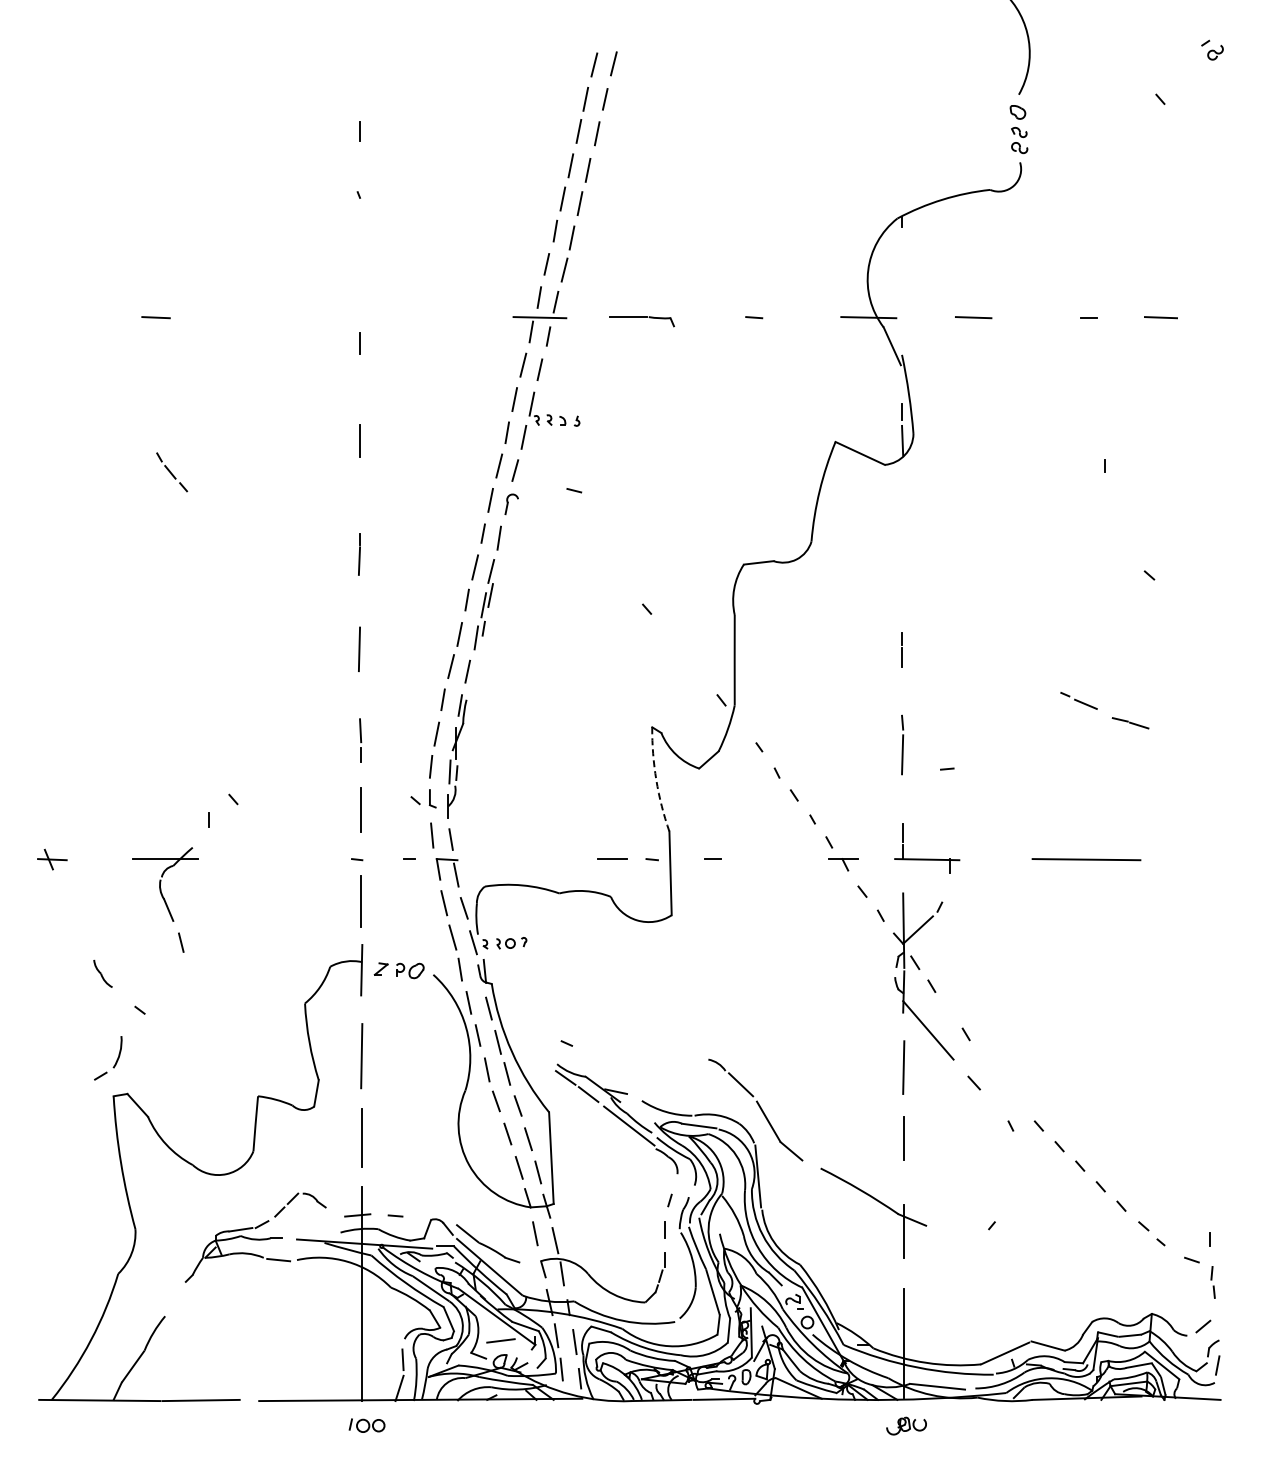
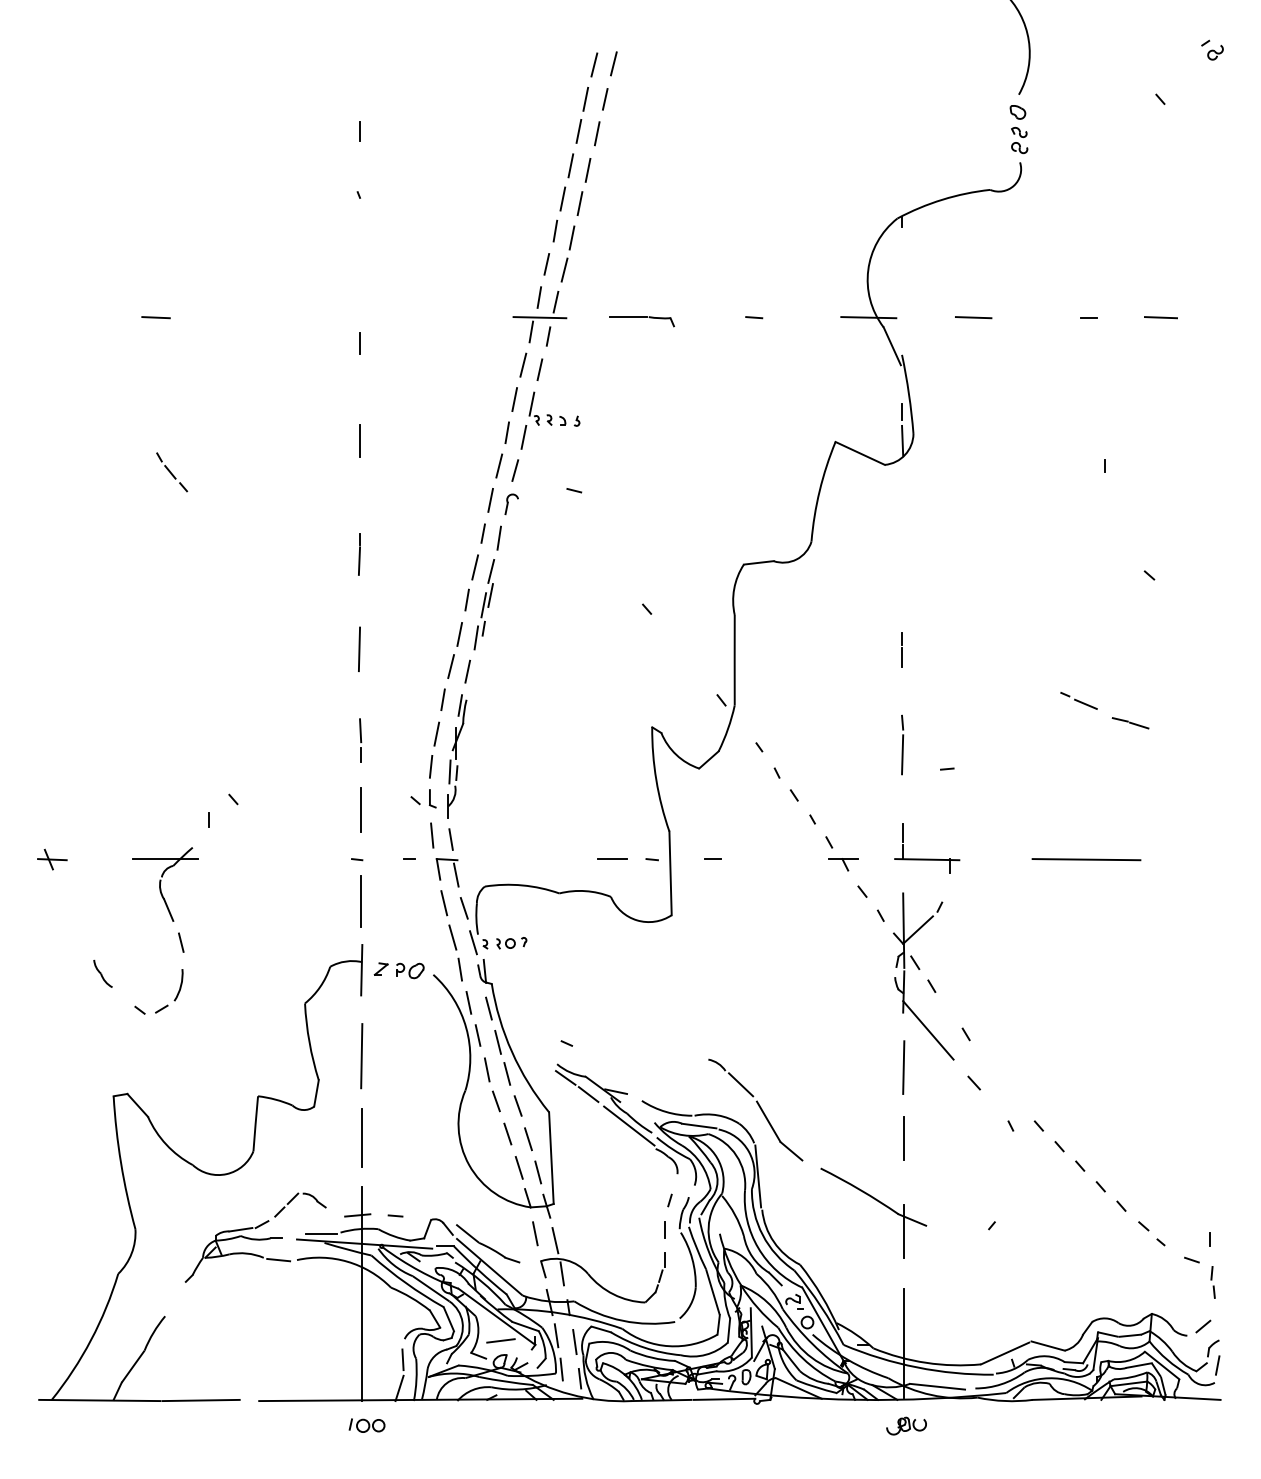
arc at (656, 780): dashed -> solid
part at (116, 1059) position: (116, 1059) -> (177, 992)
line at (321, 1233): none -> present
